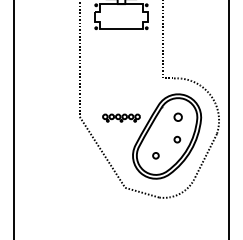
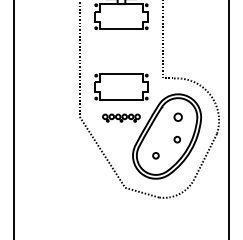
part at (121, 86): none -> present
